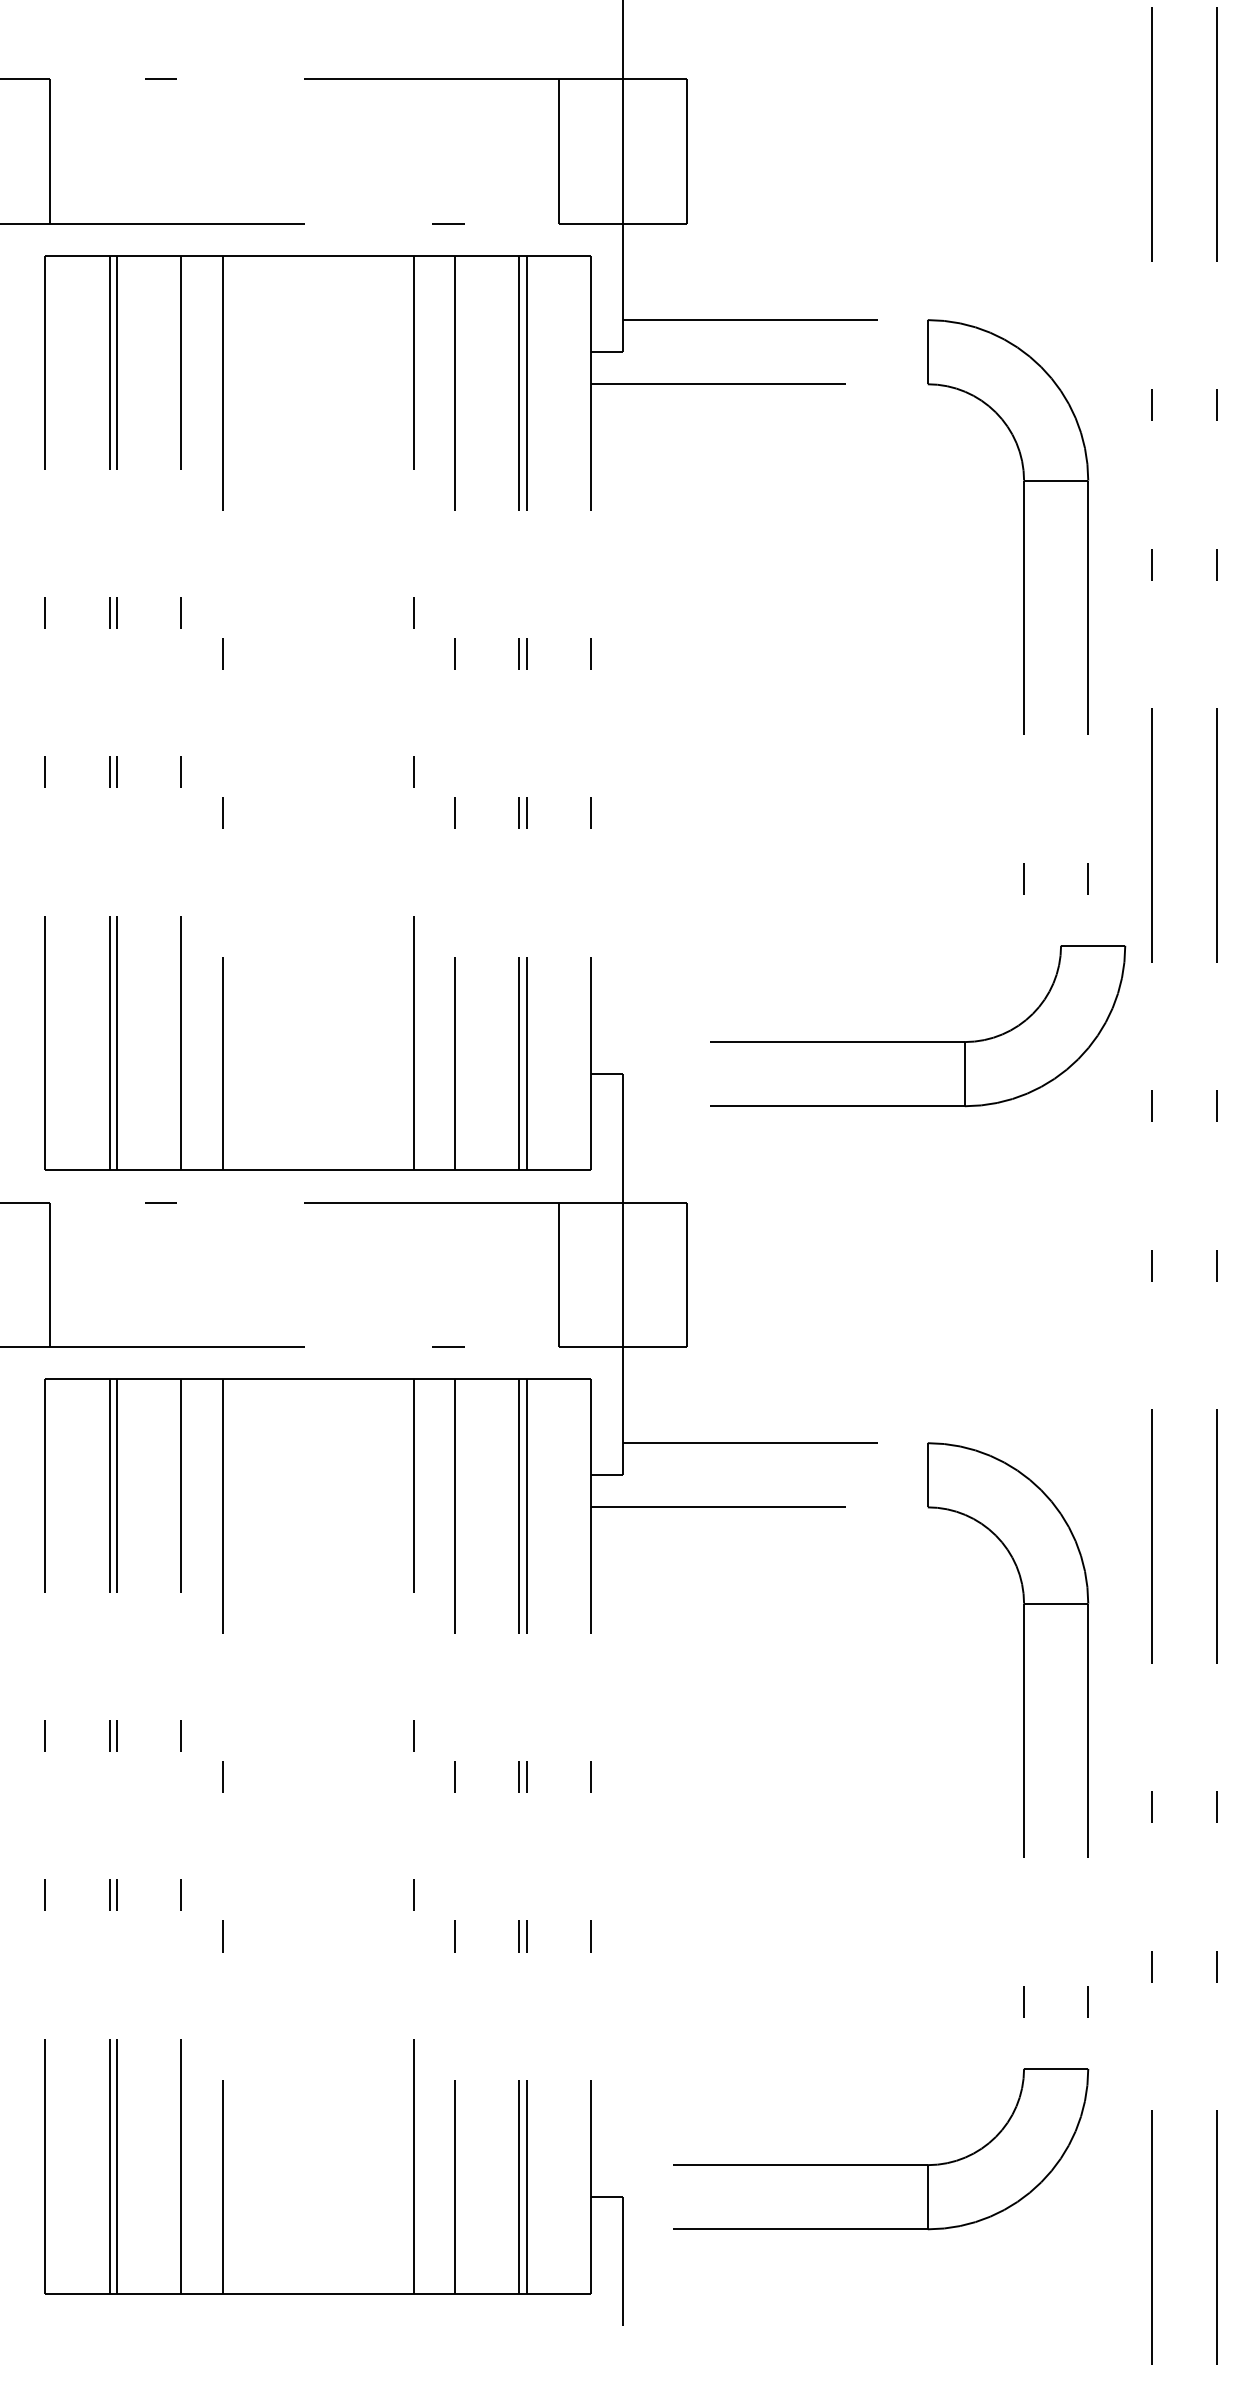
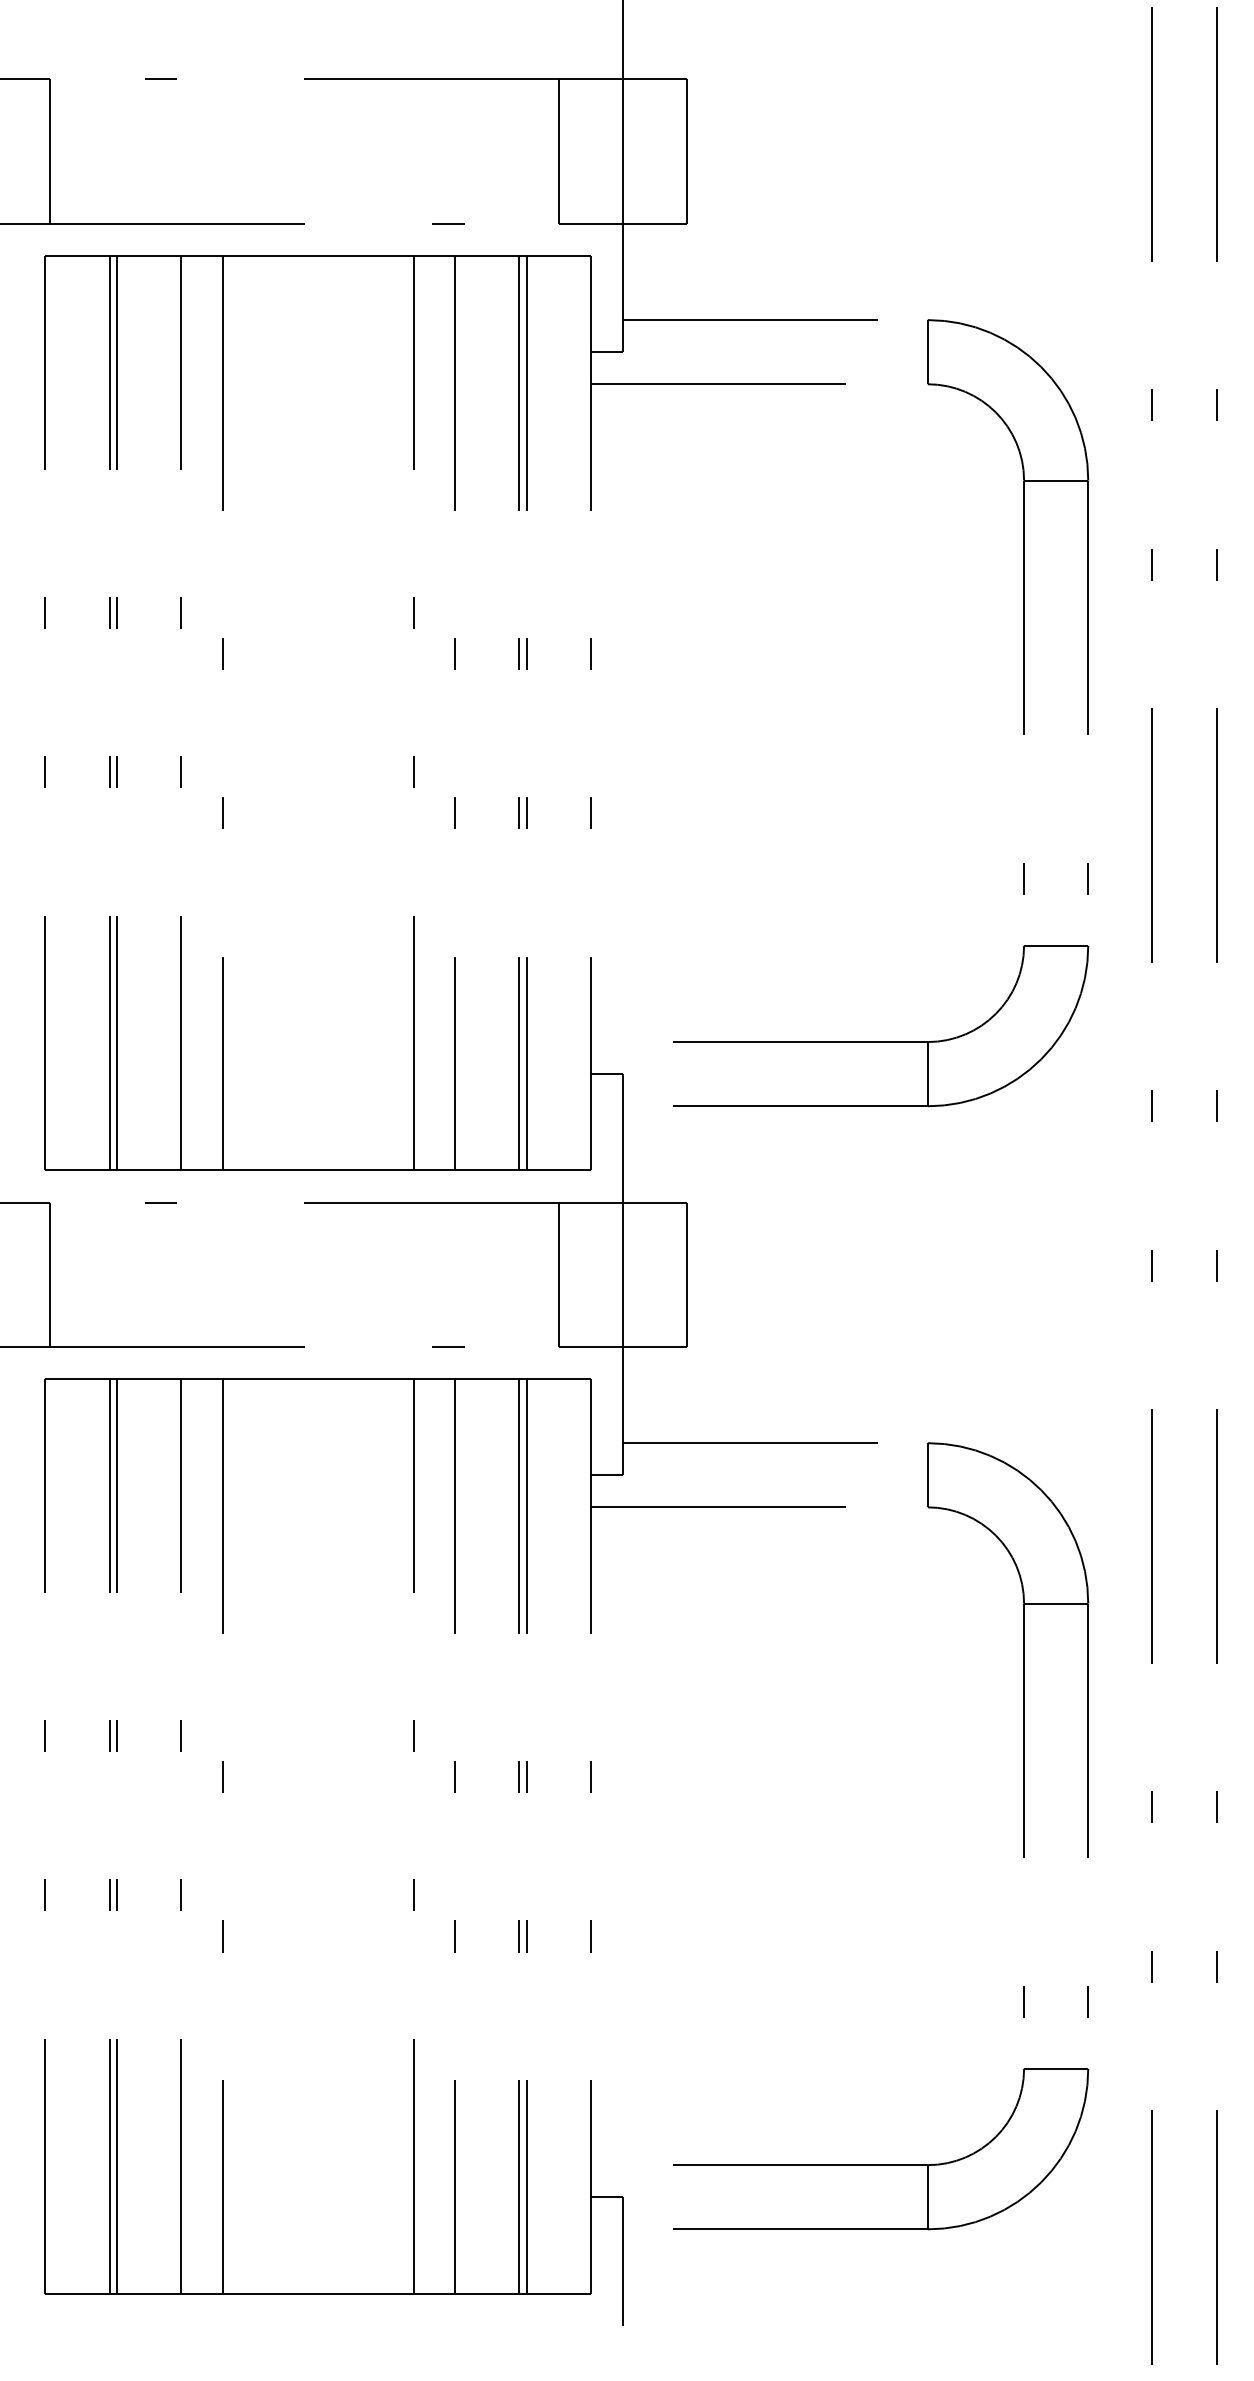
part at (918, 1041) position: (918, 1041) -> (881, 1041)
